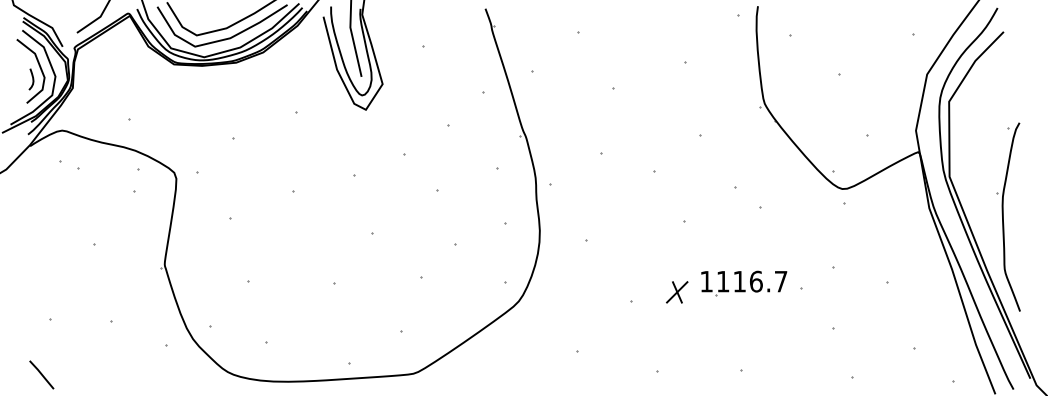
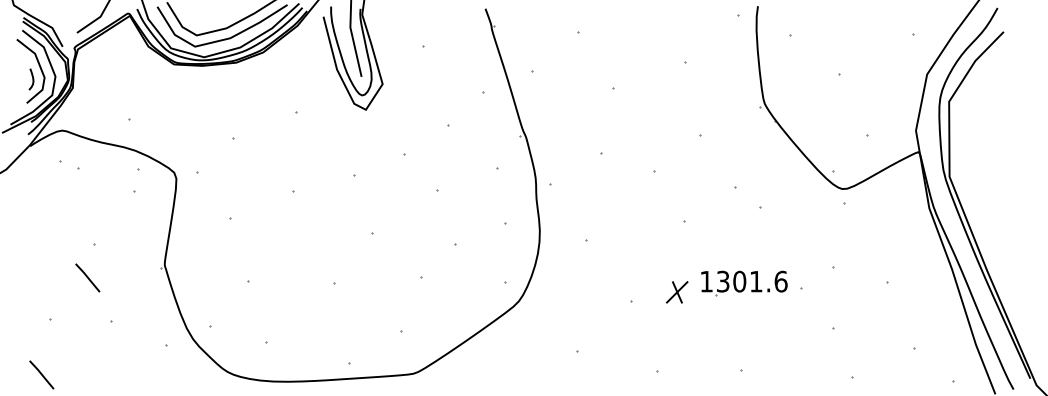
part at (1008, 216): present -> none
line at (87, 277): none -> present
text at (752, 281): 1116.7 -> 1301.6
